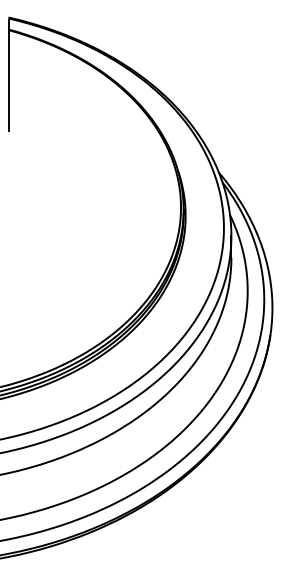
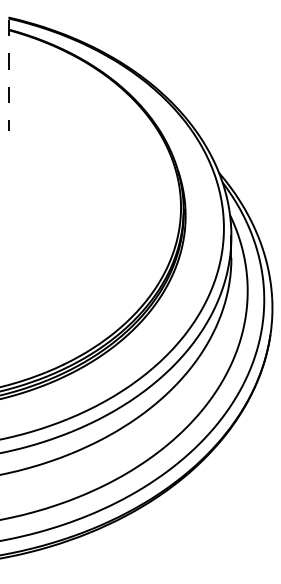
line at (8, 75): solid -> dashed
